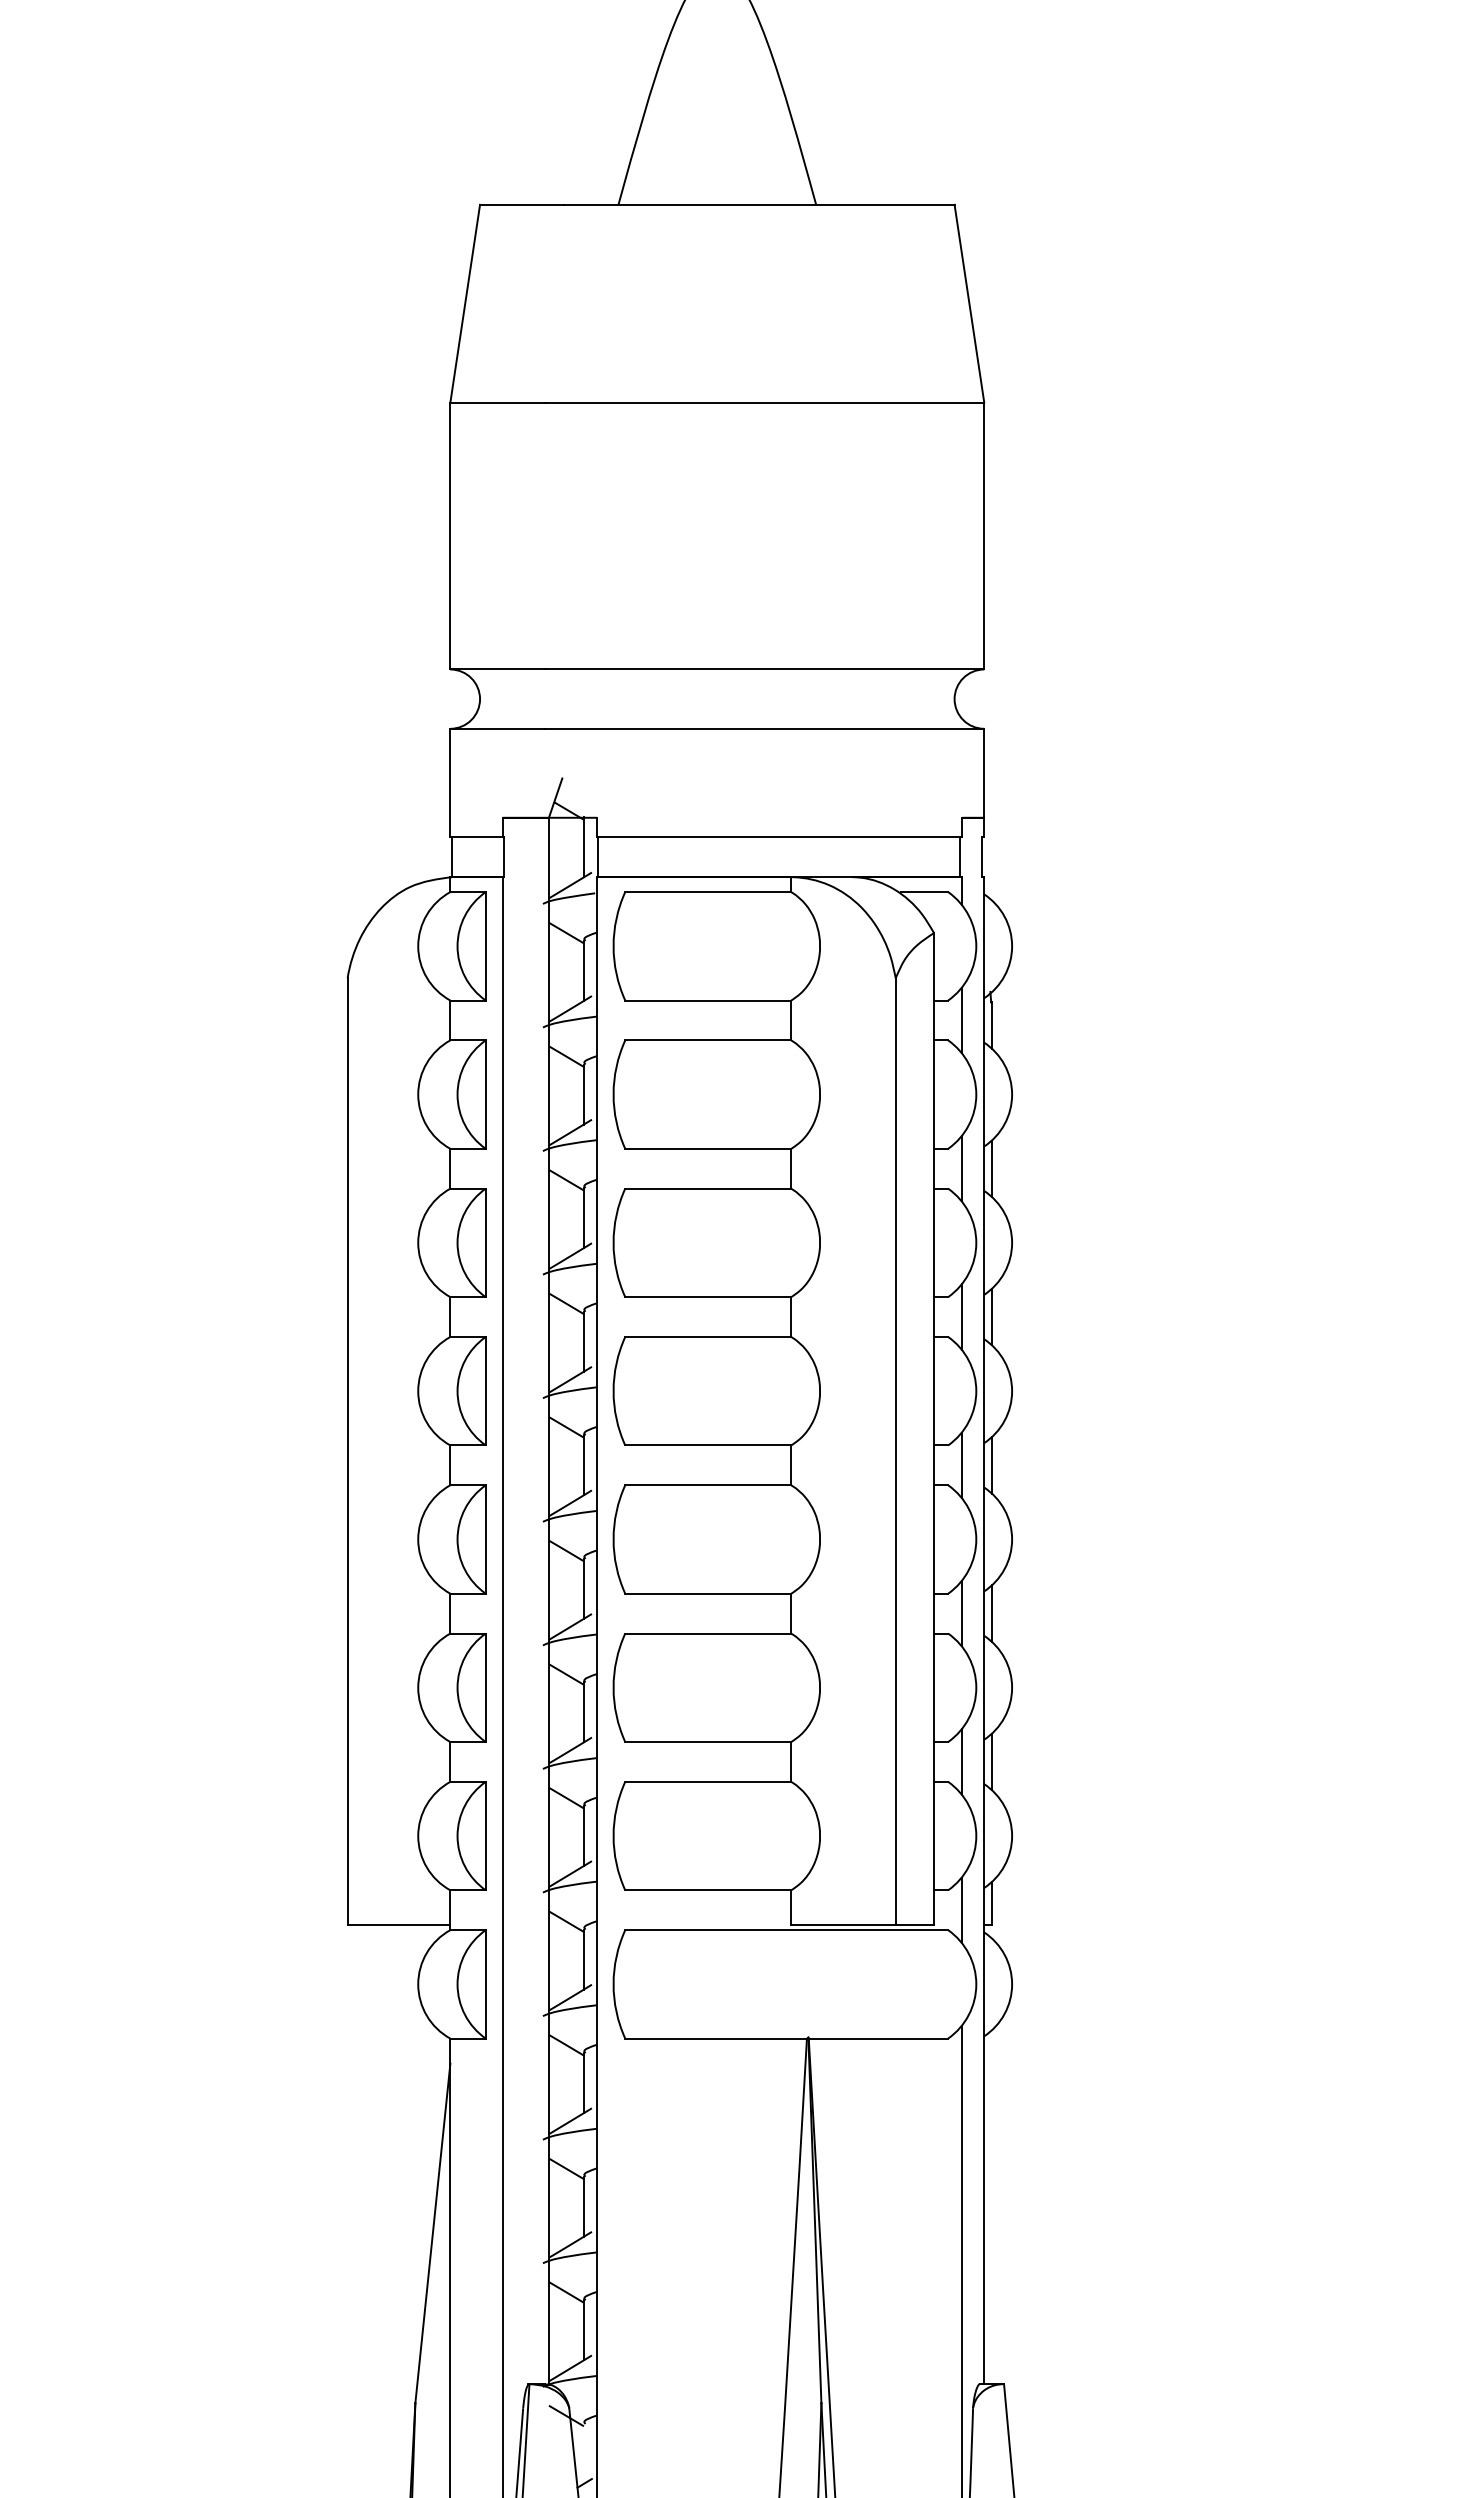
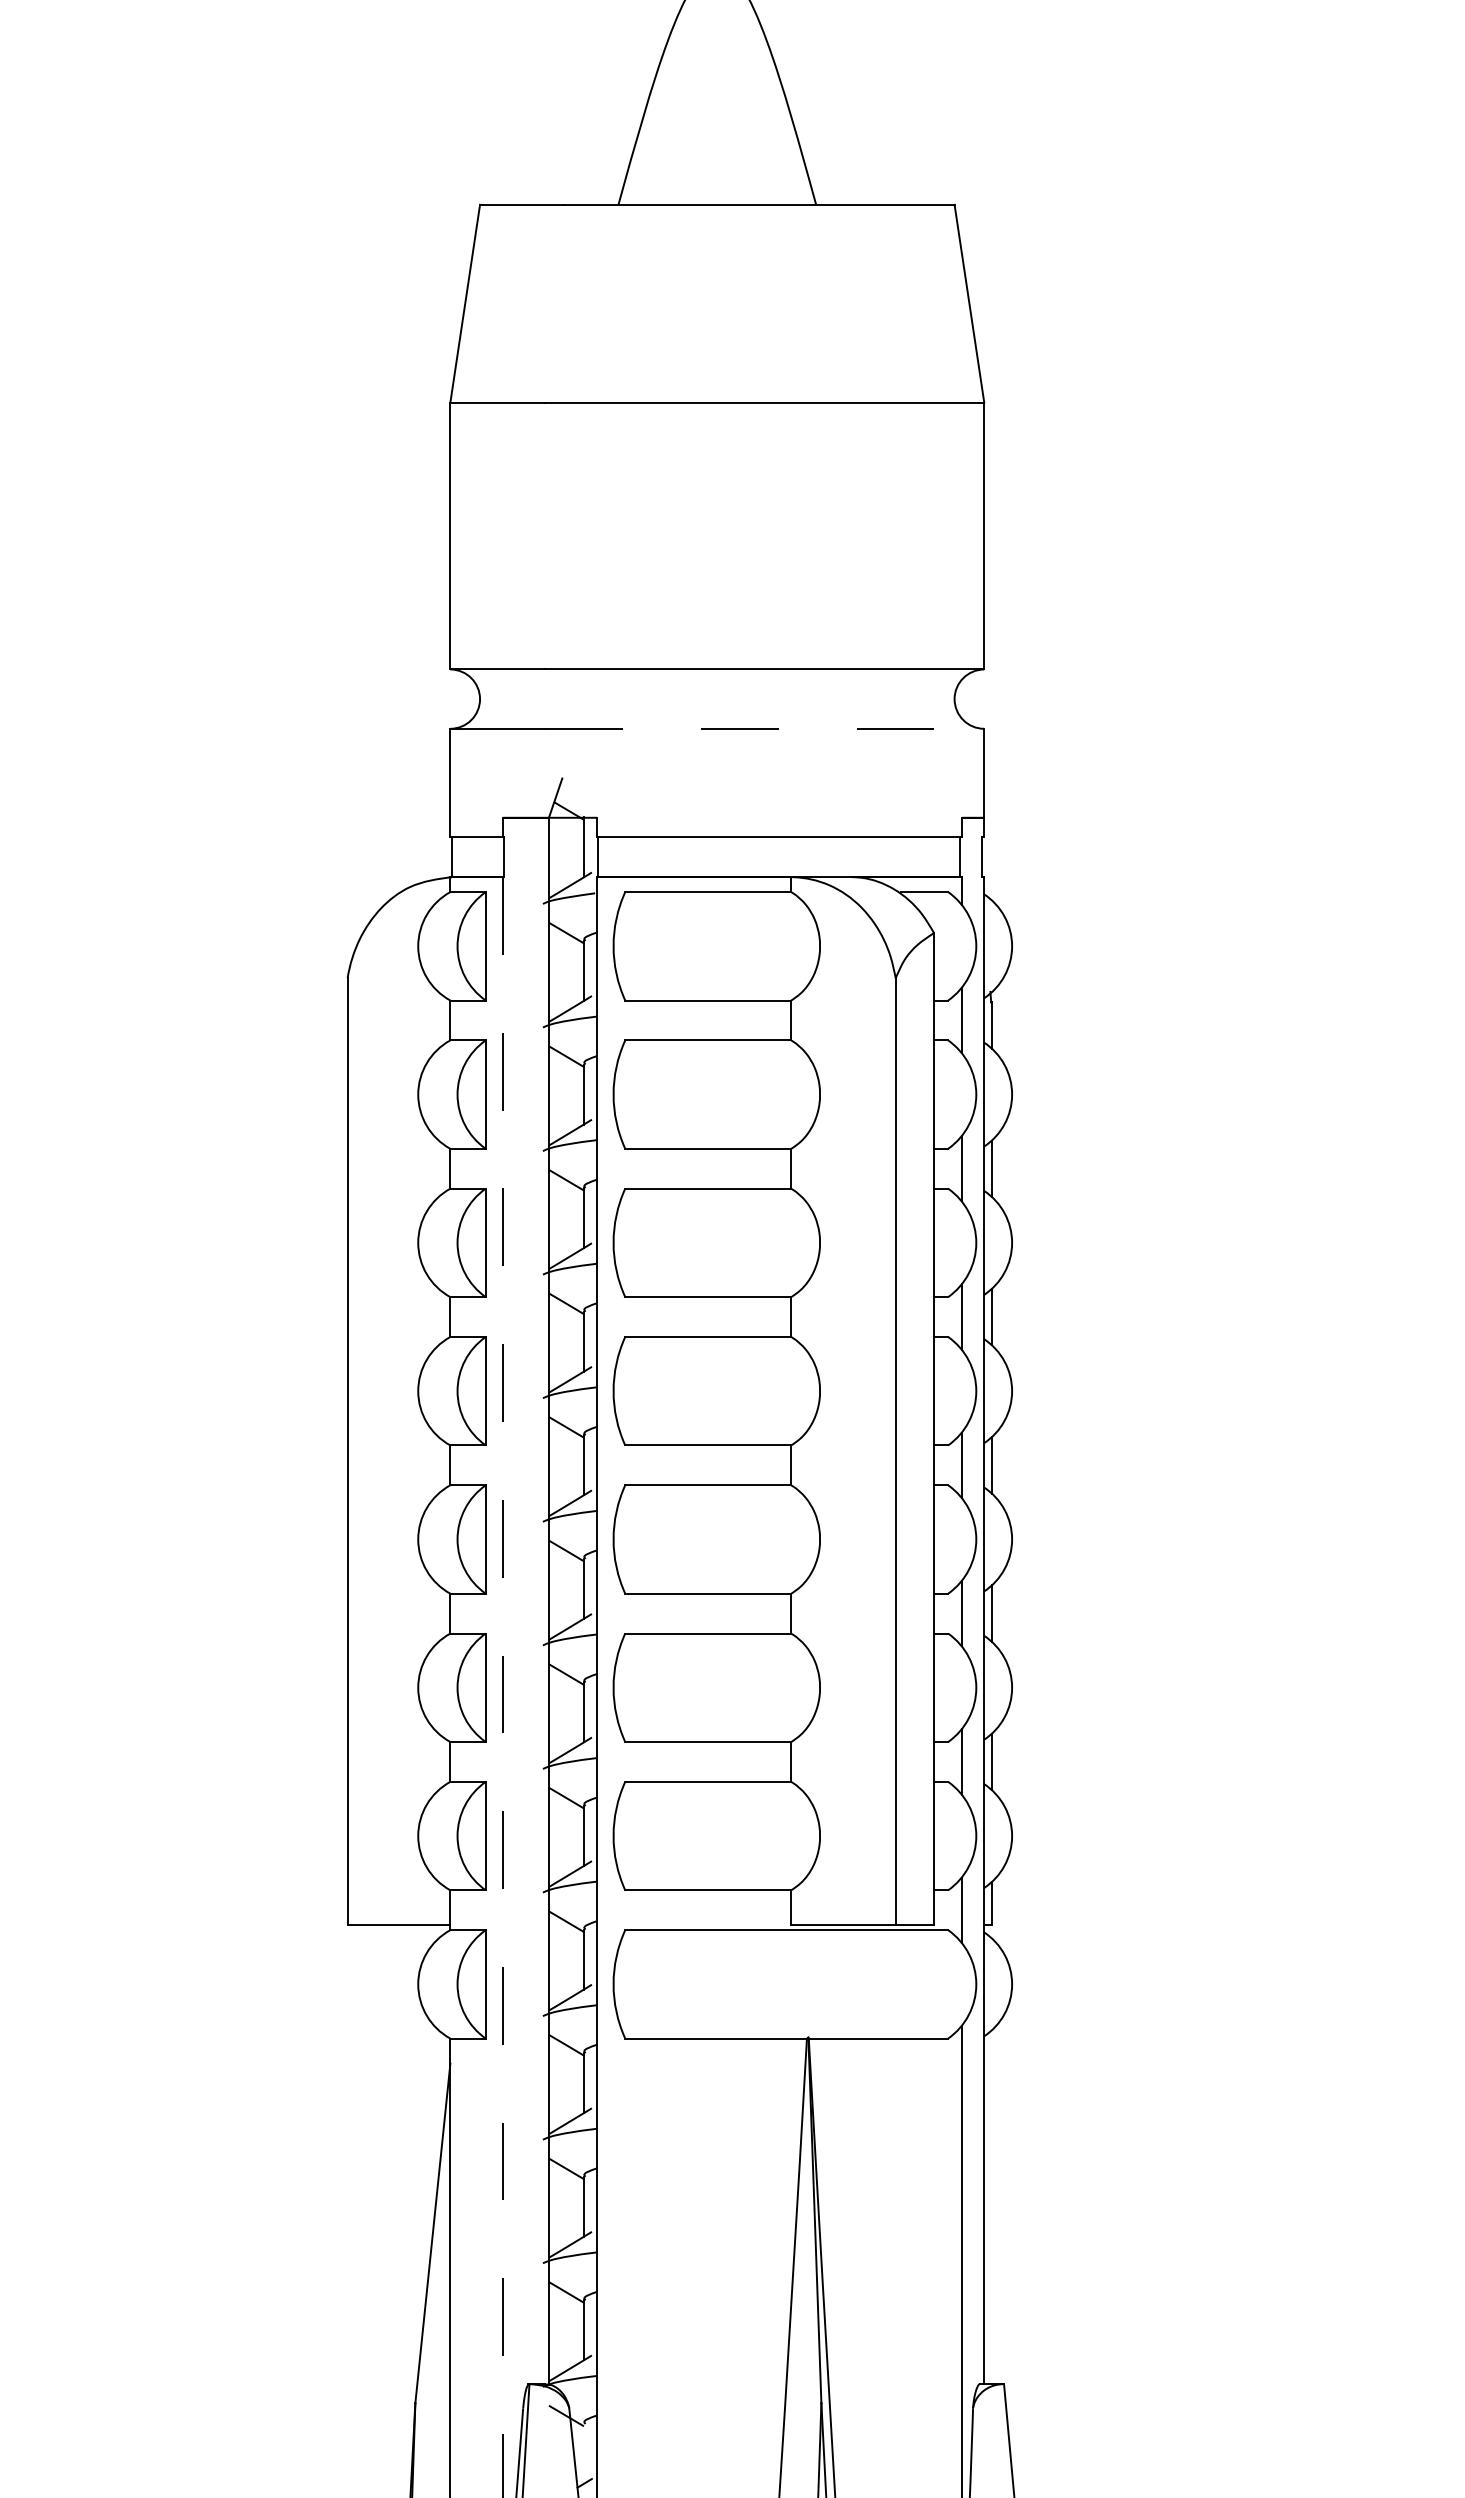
line at (764, 728): solid -> dashed
line at (502, 1687): solid -> dashed
